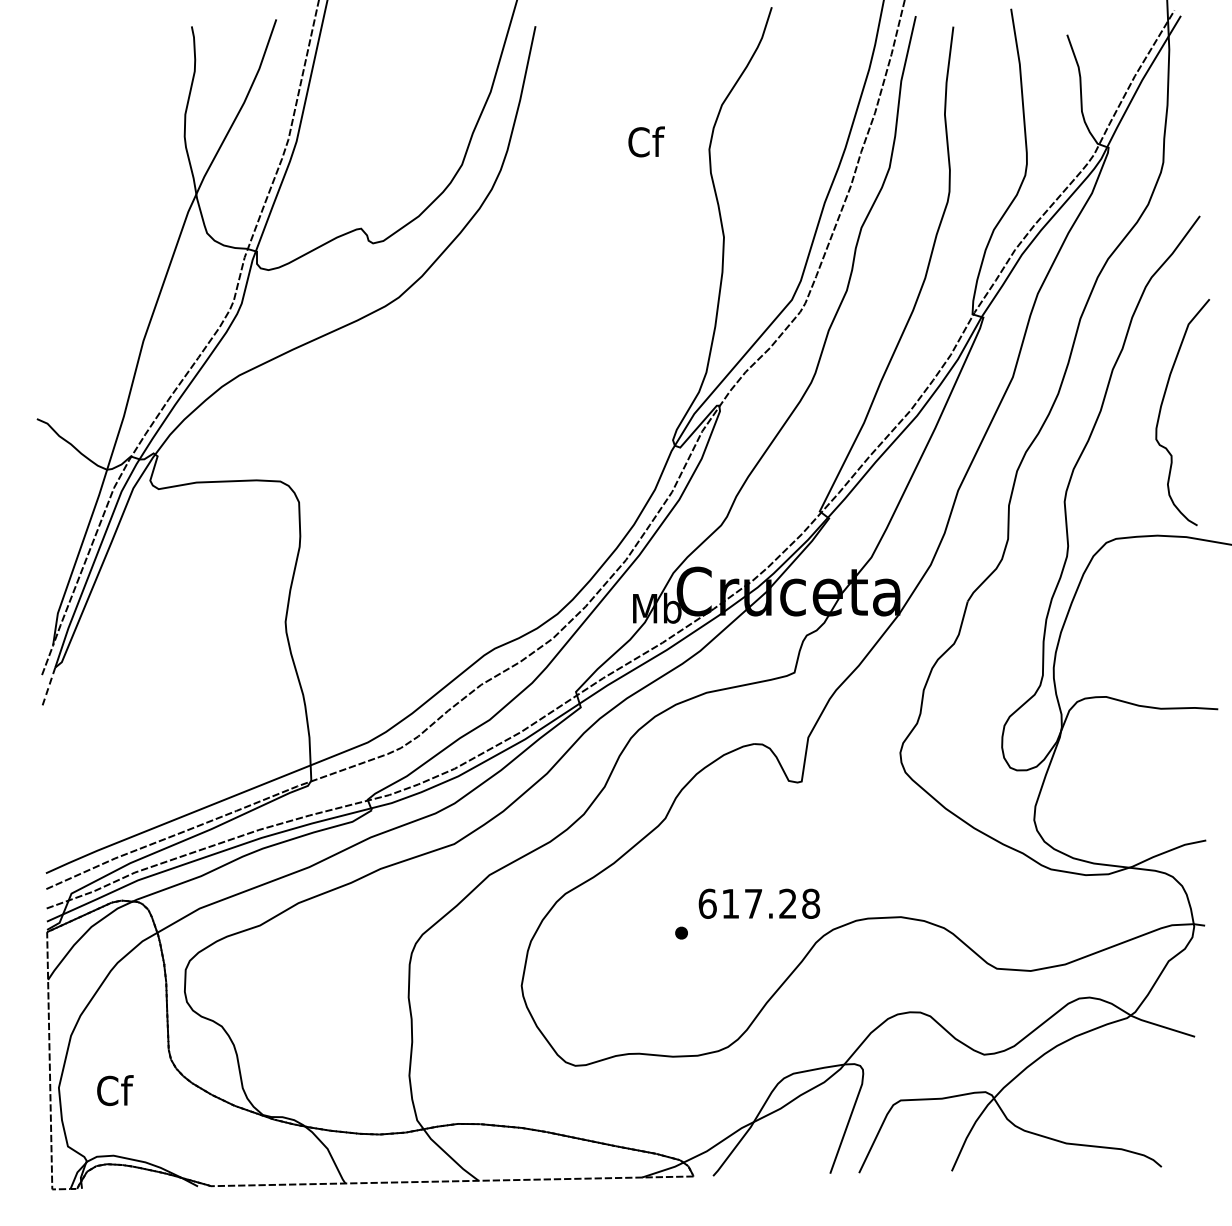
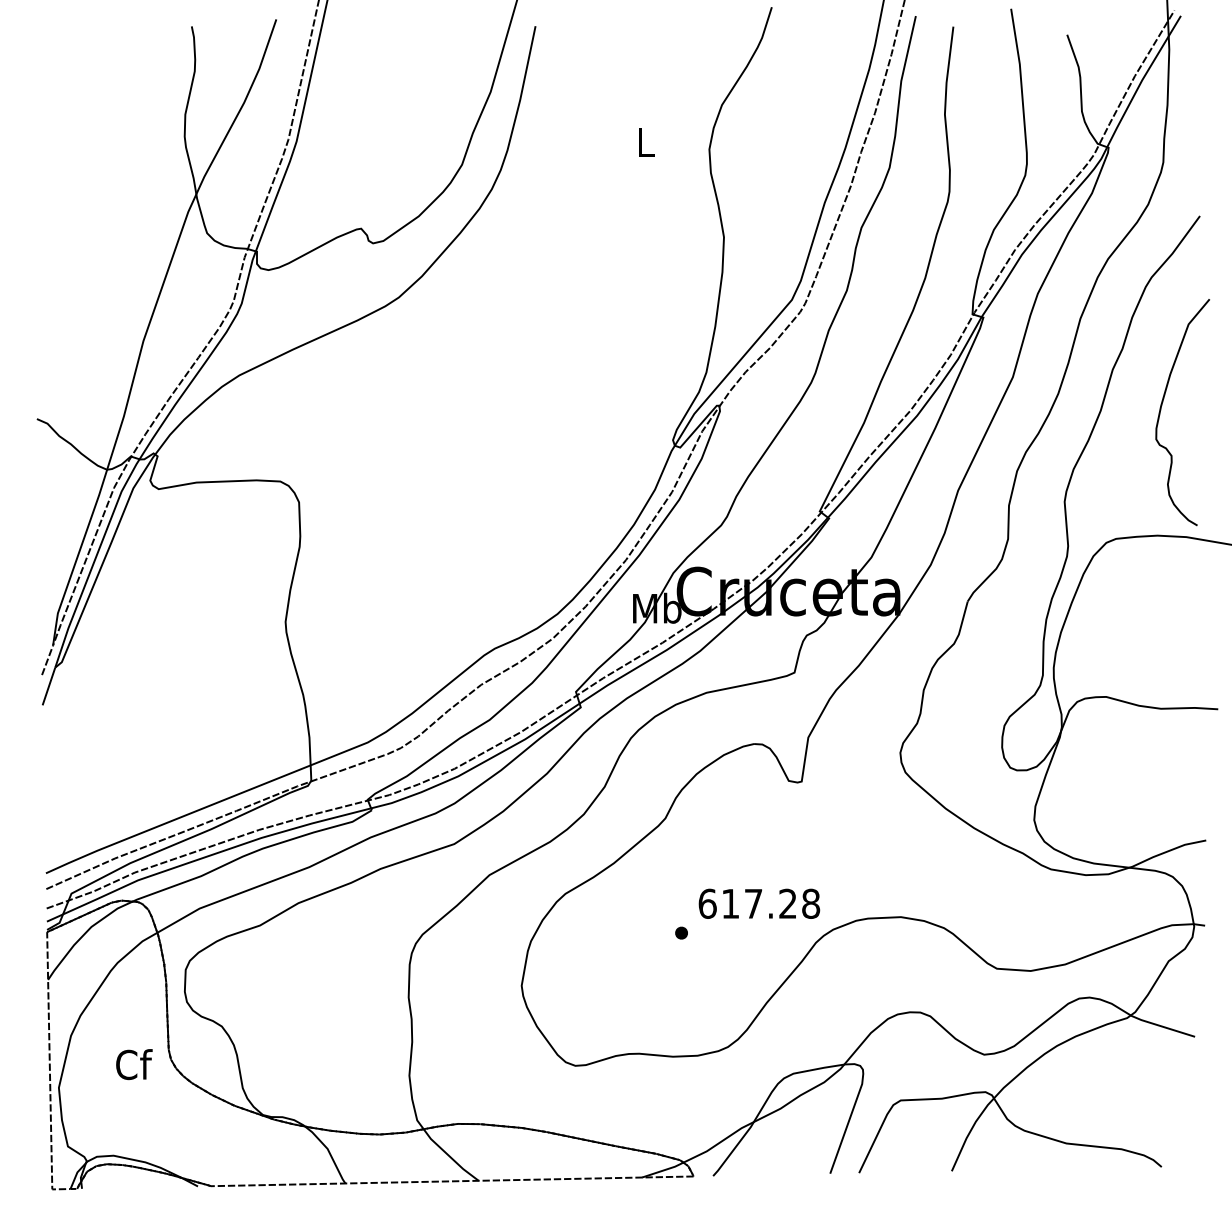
text at (646, 141): Cf -> L
line at (48, 686): dashed -> solid
text at (115, 1090) position: (115, 1090) -> (134, 1064)
